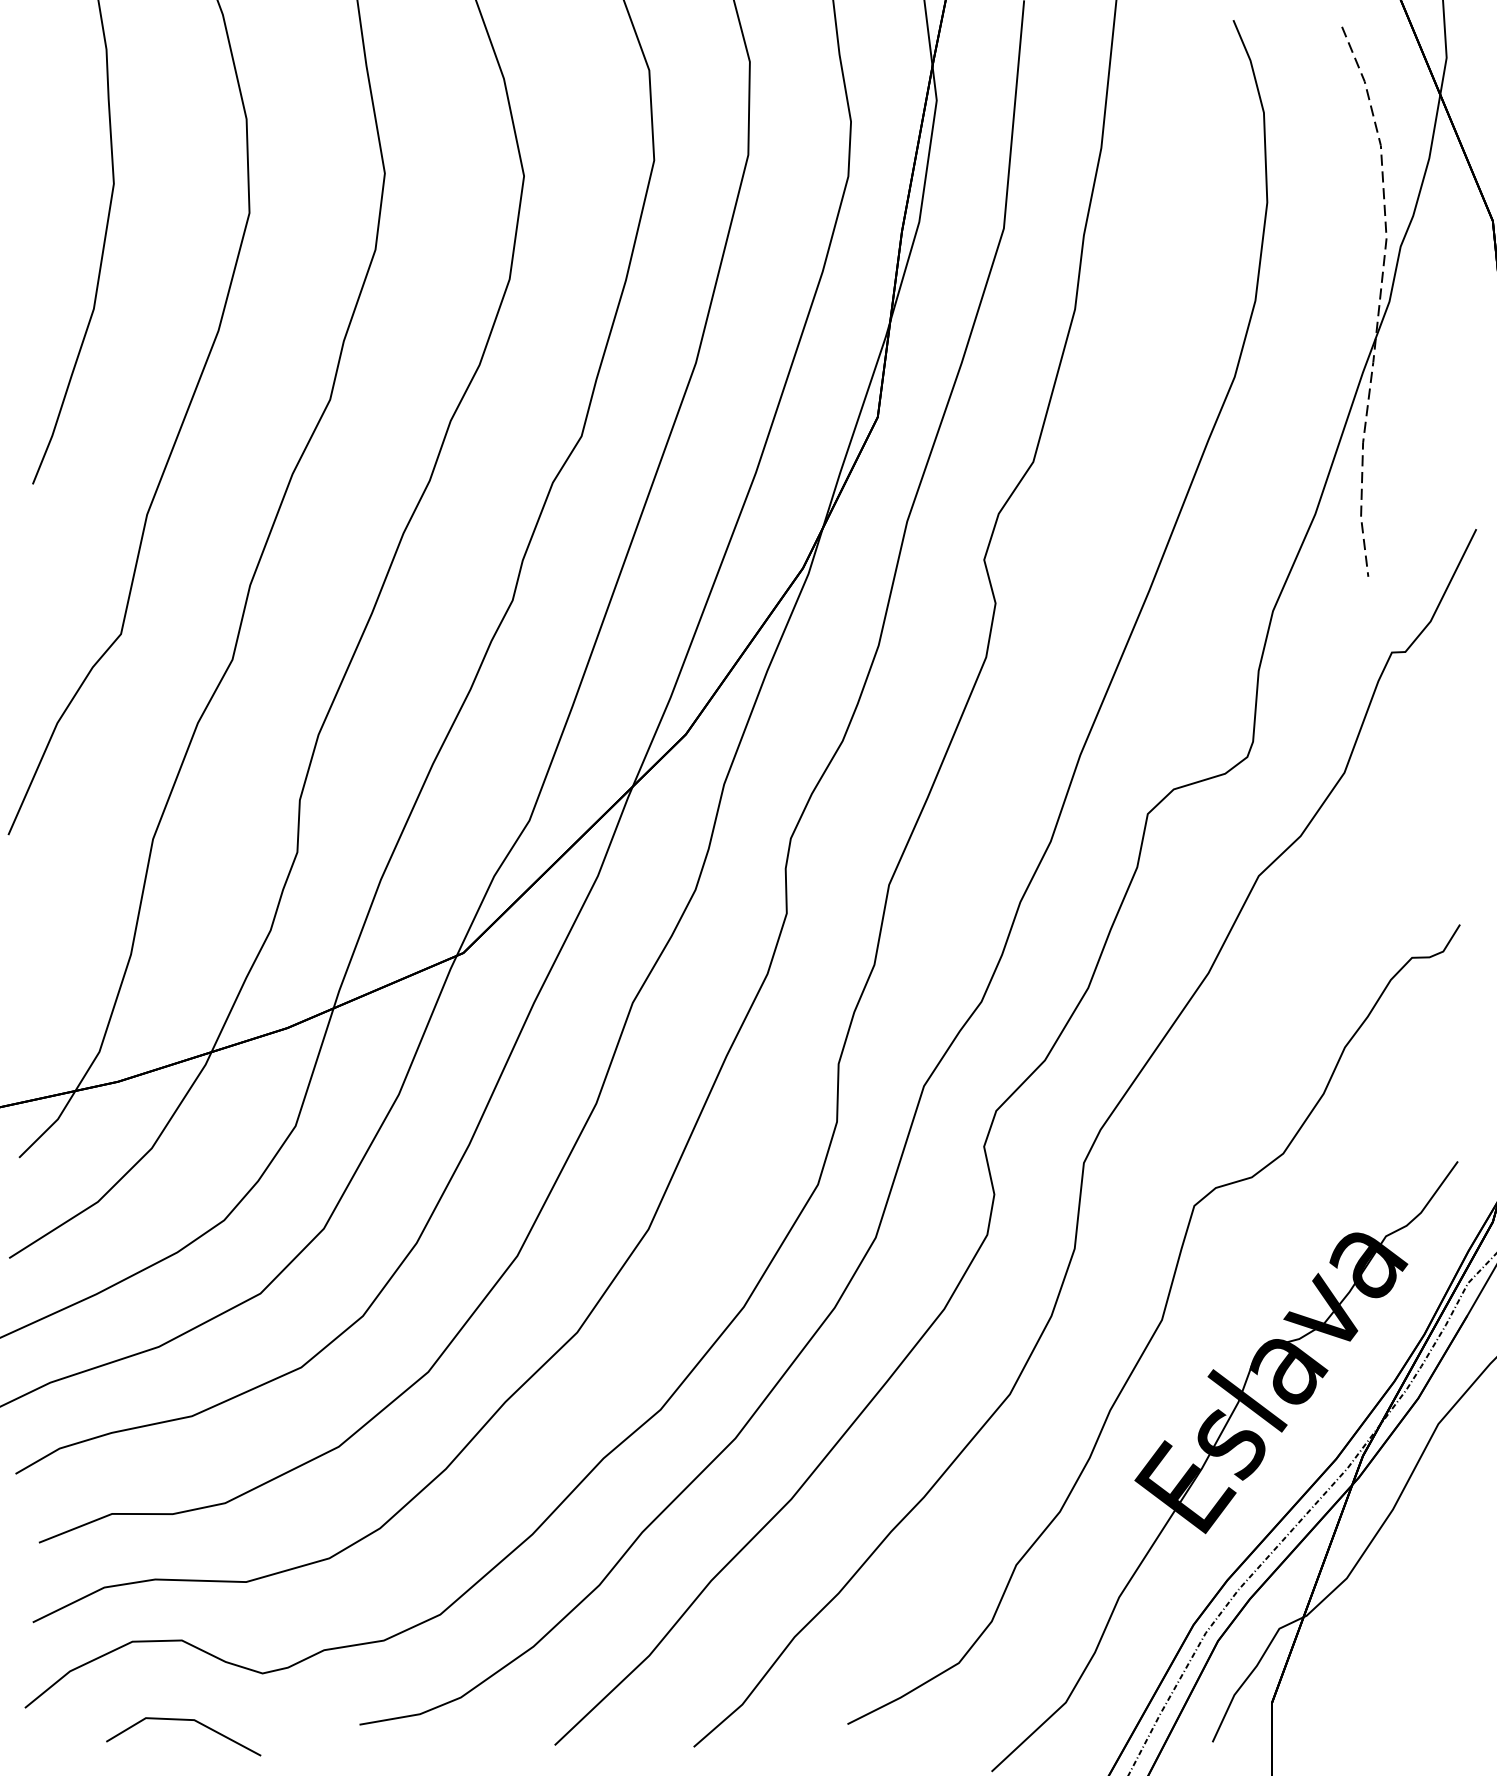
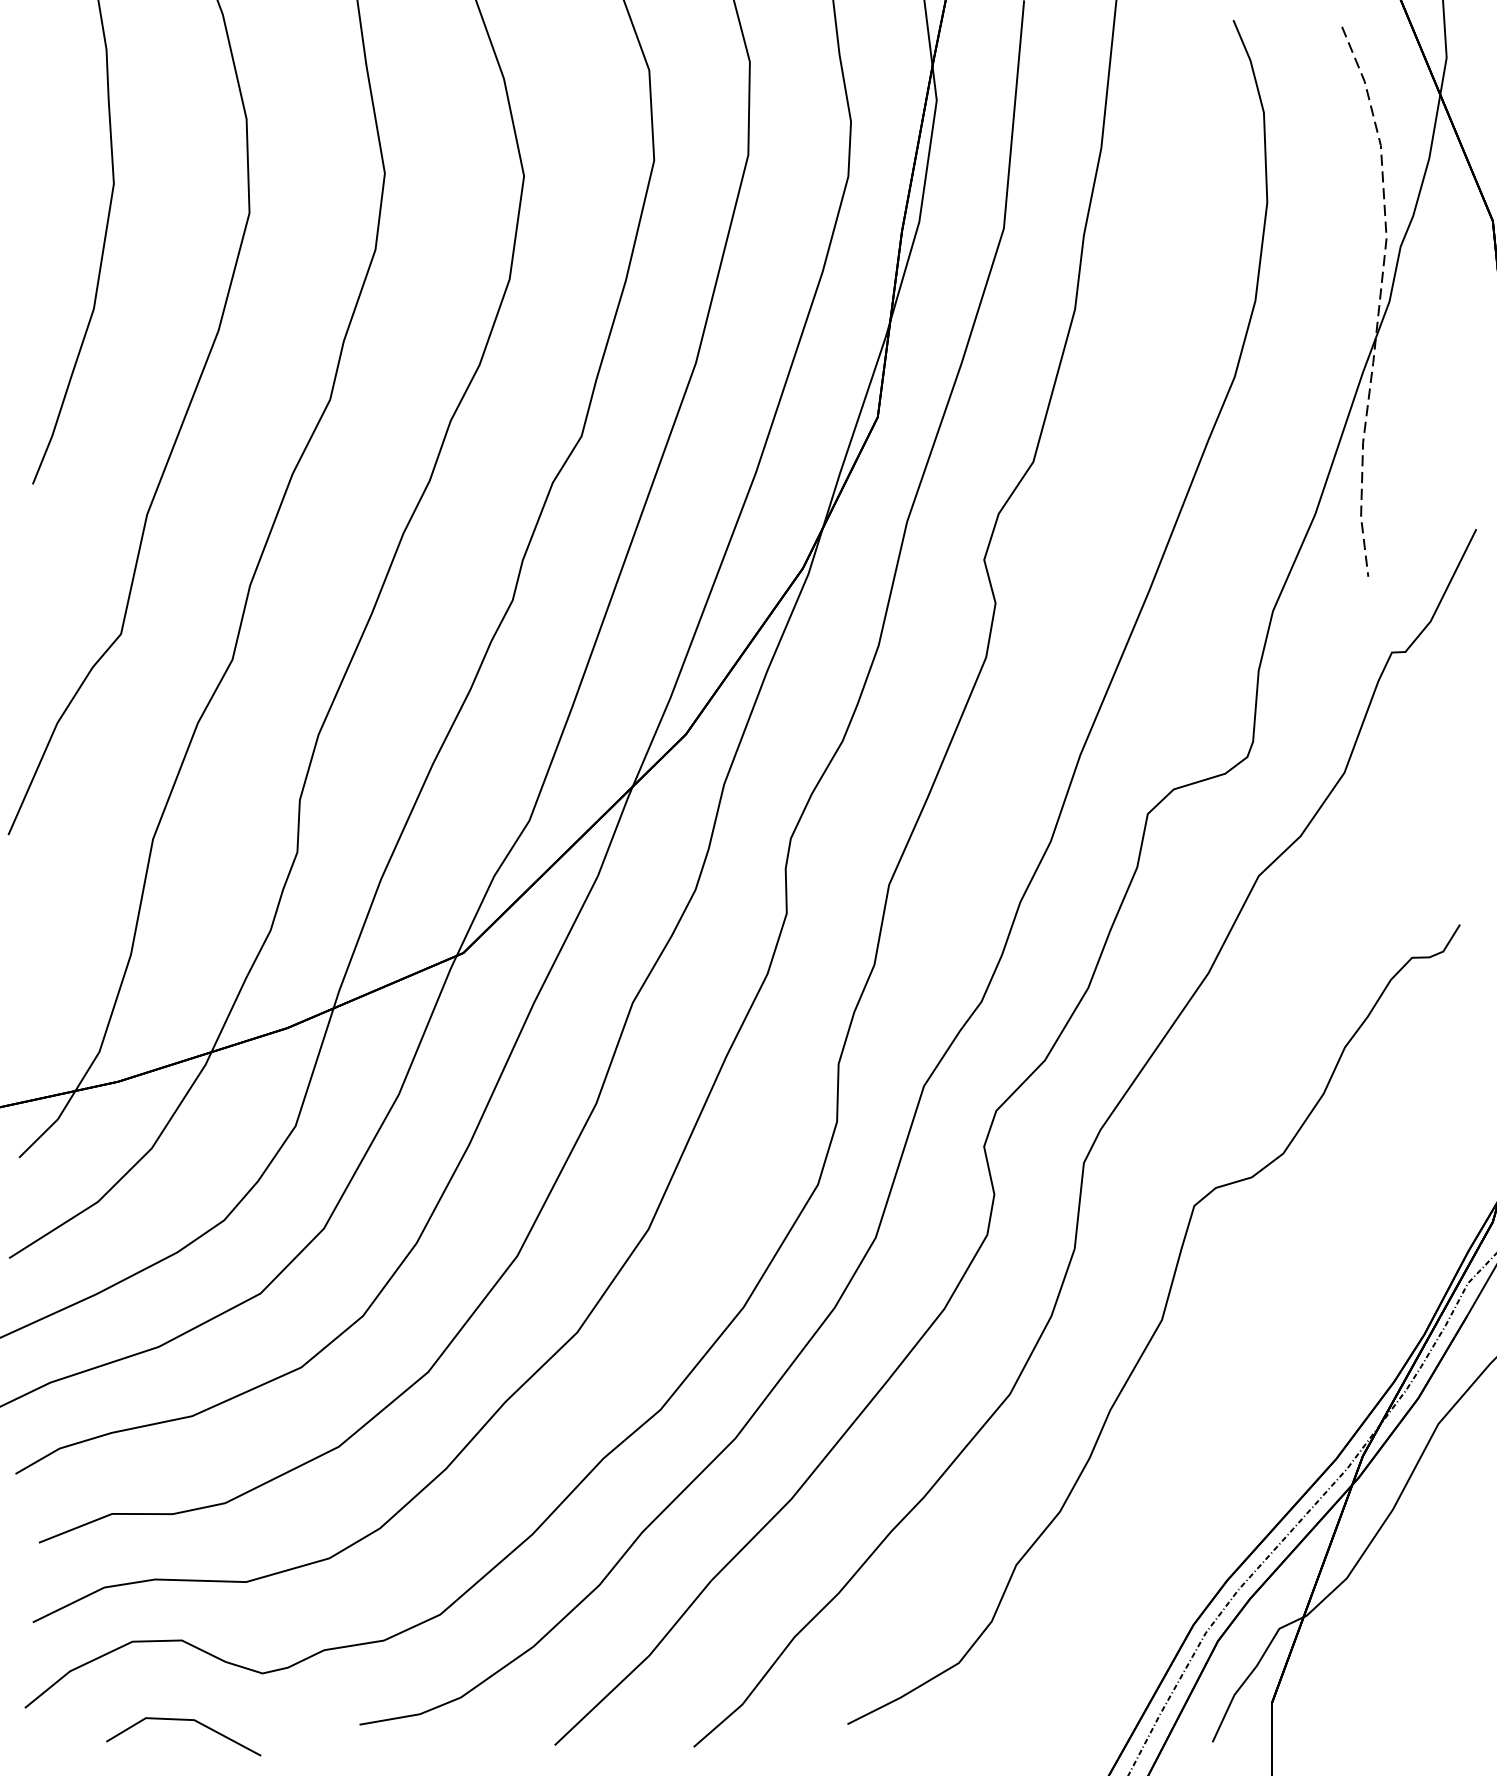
part at (1220, 1456): present -> none
